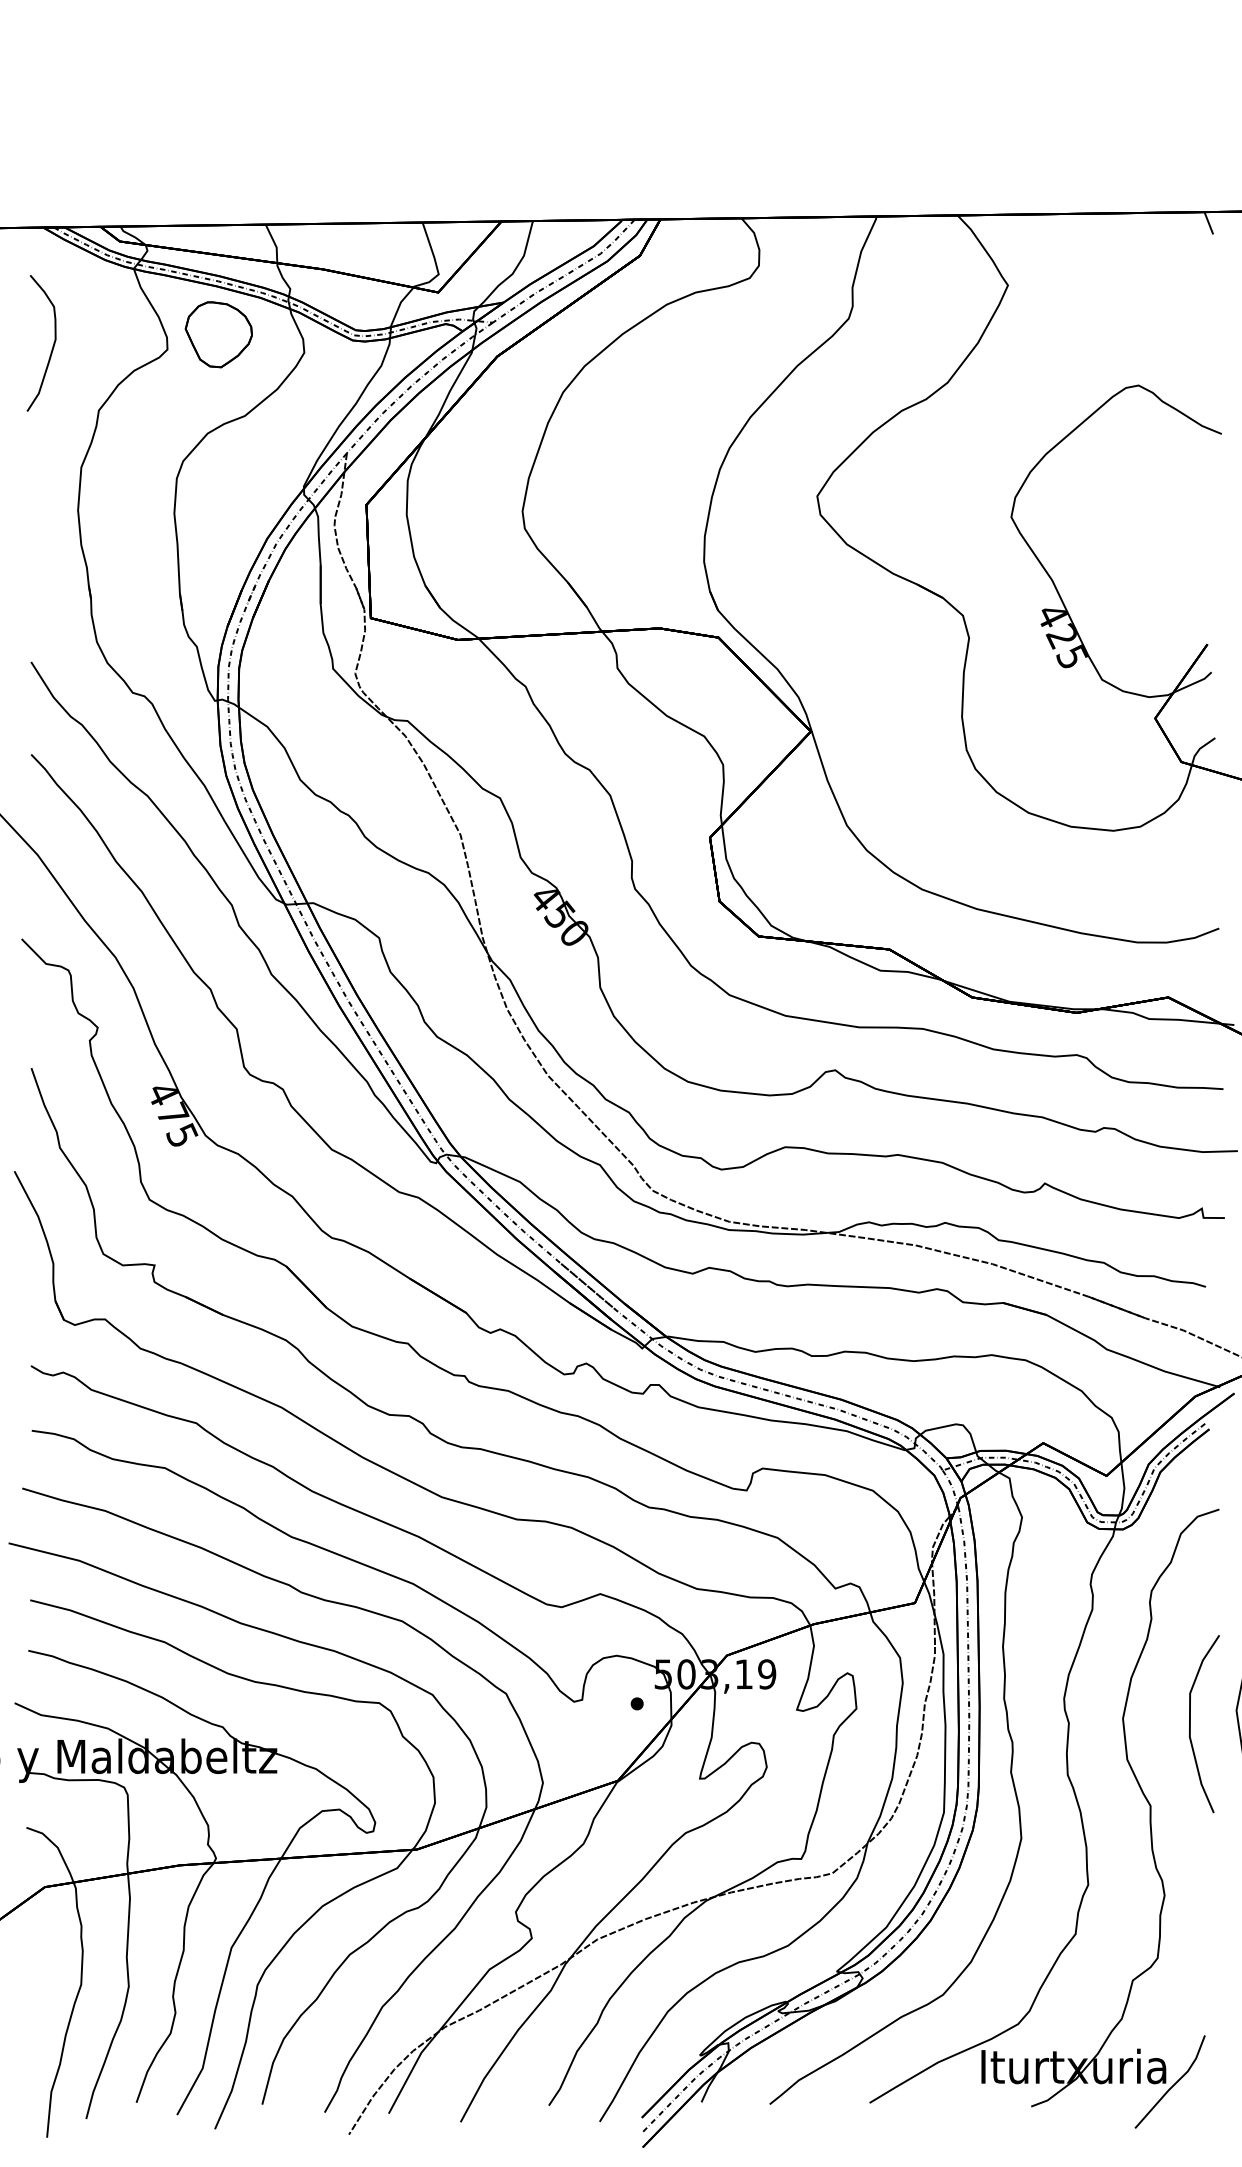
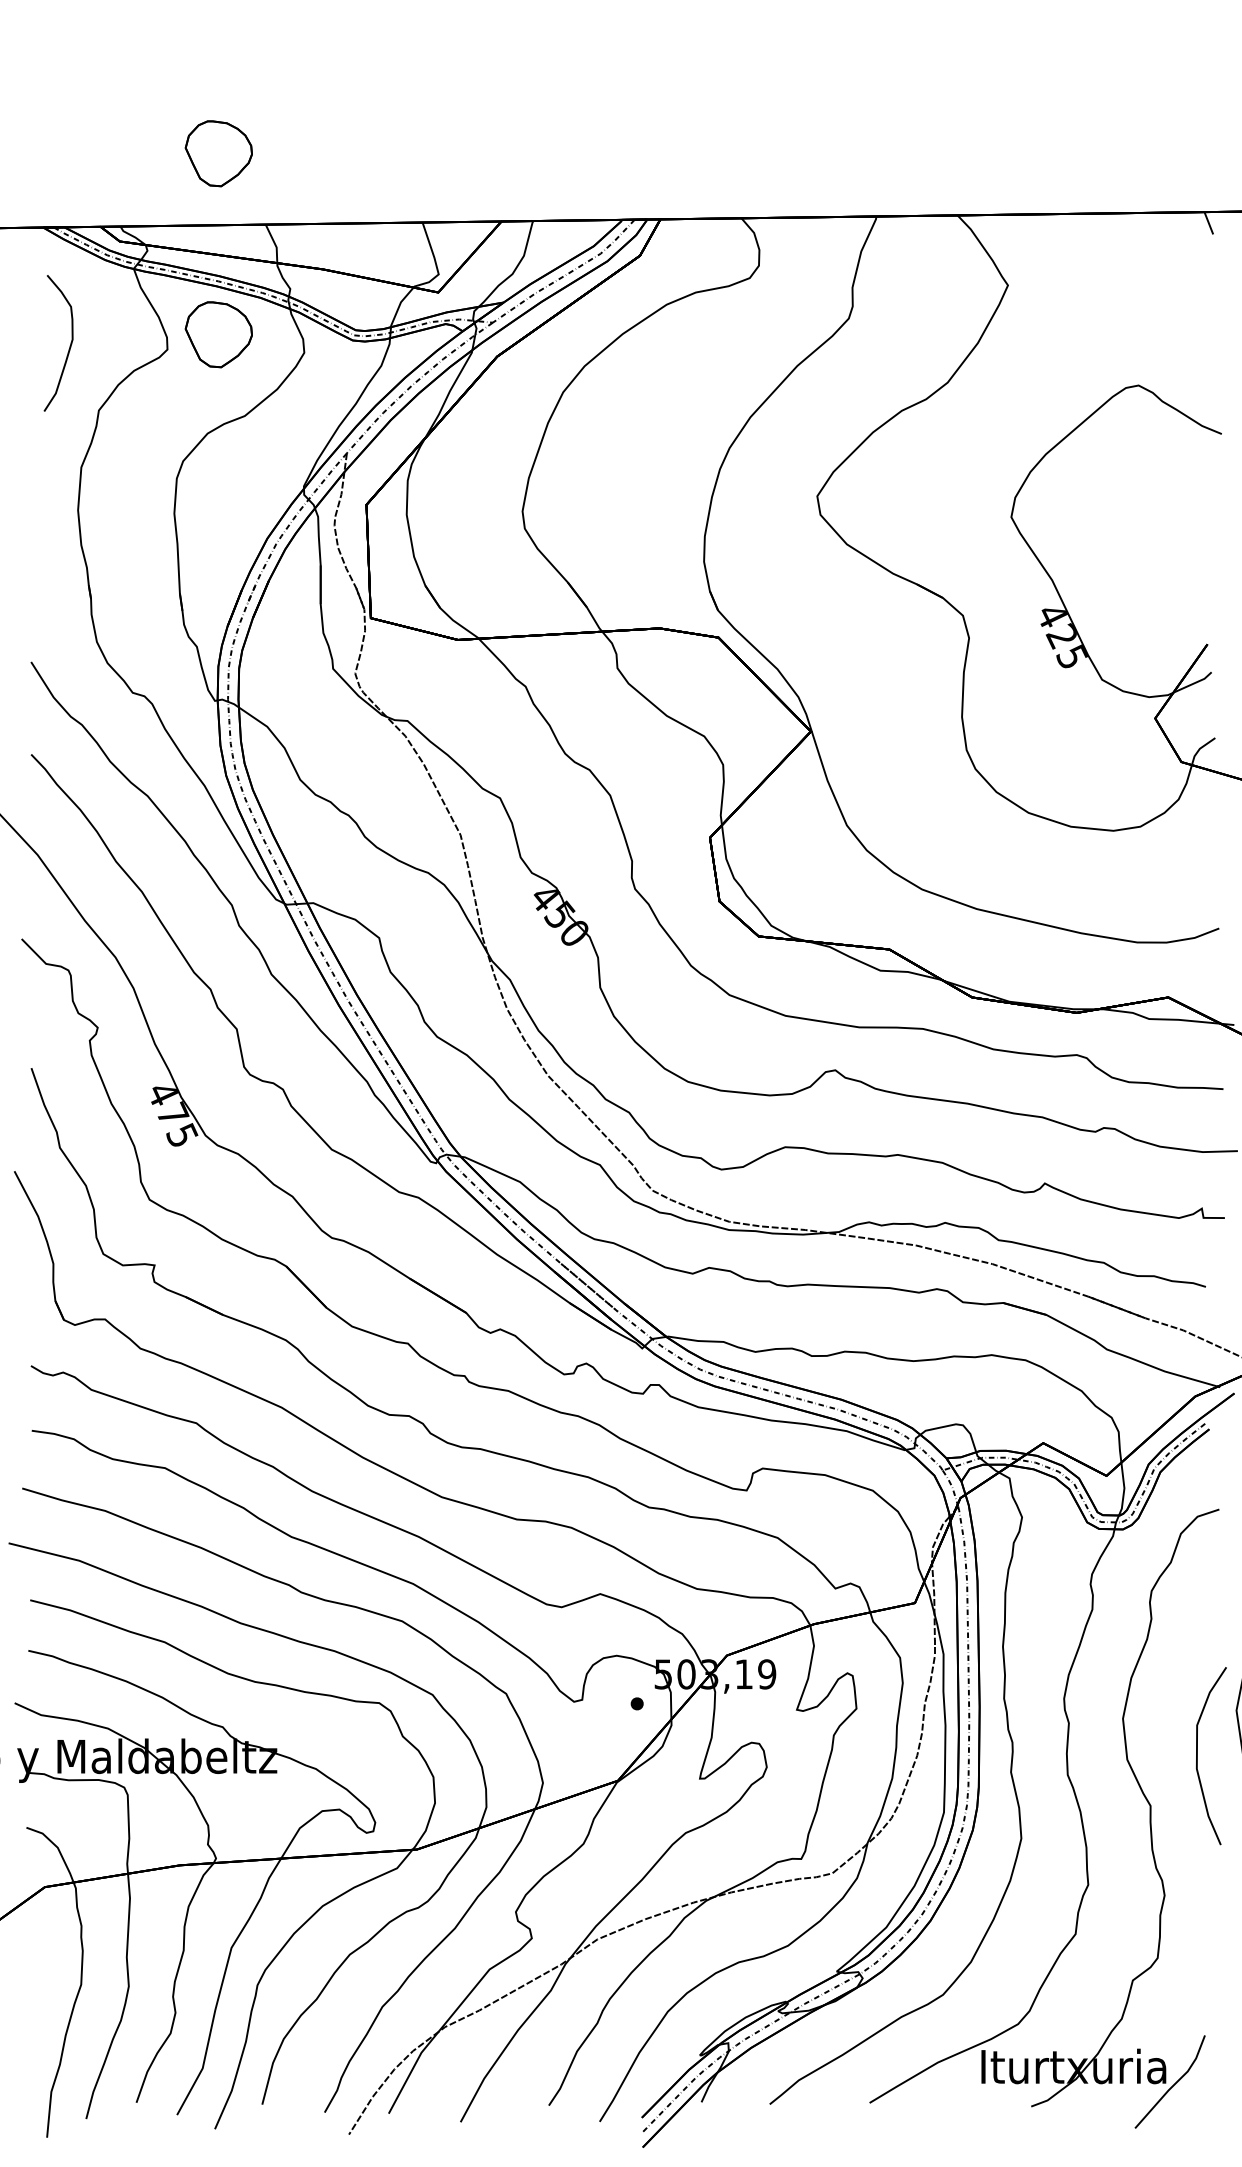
part at (218, 153): none -> present
curve at (52, 345) position: (52, 345) -> (69, 345)
curve at (1190, 1724) position: (1190, 1724) -> (1197, 1756)
